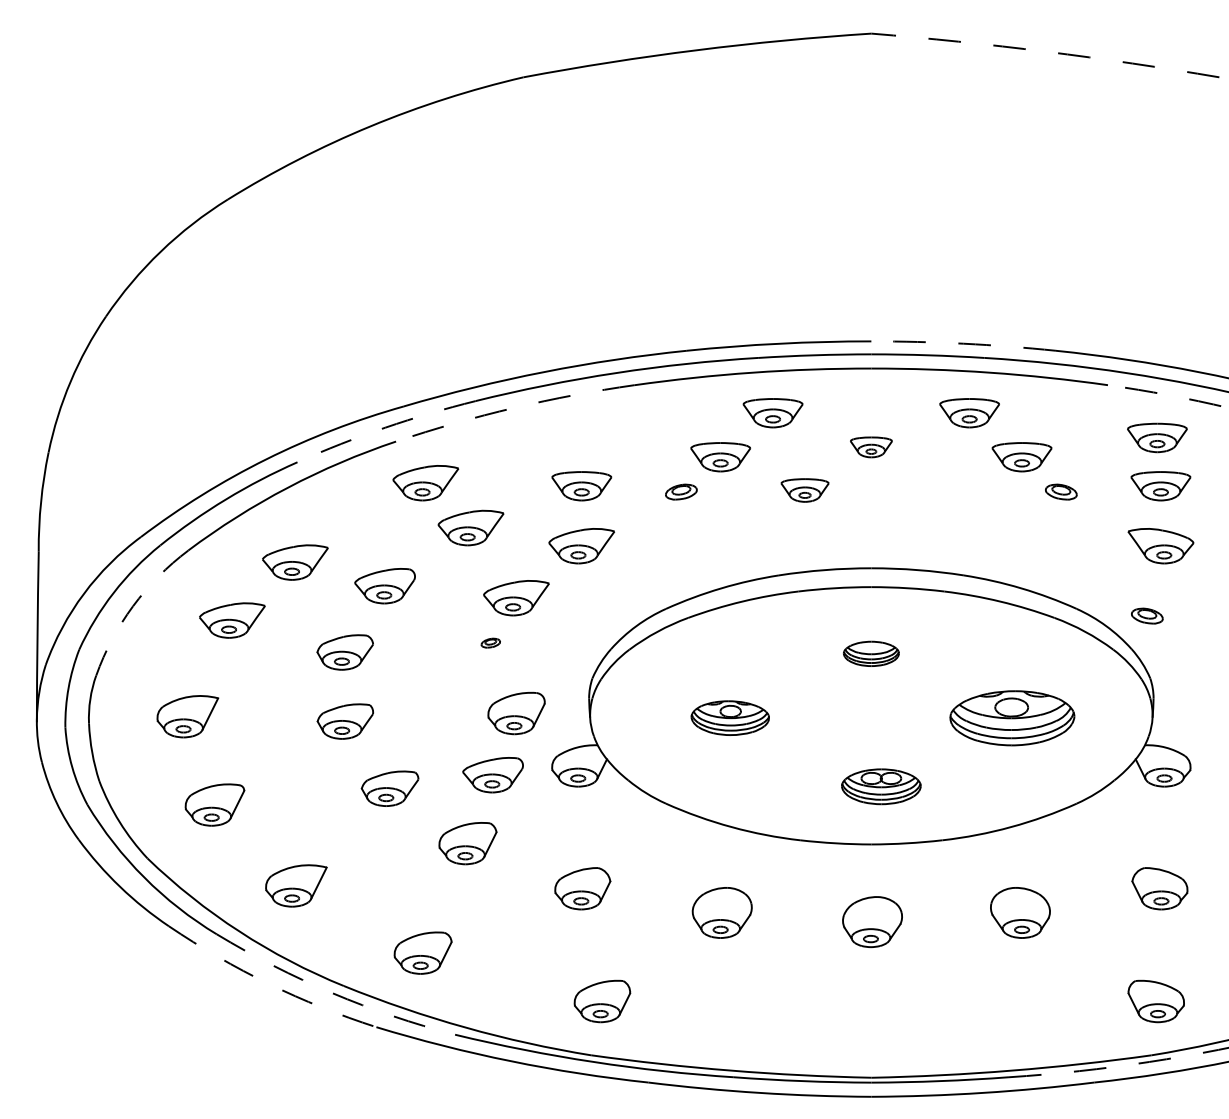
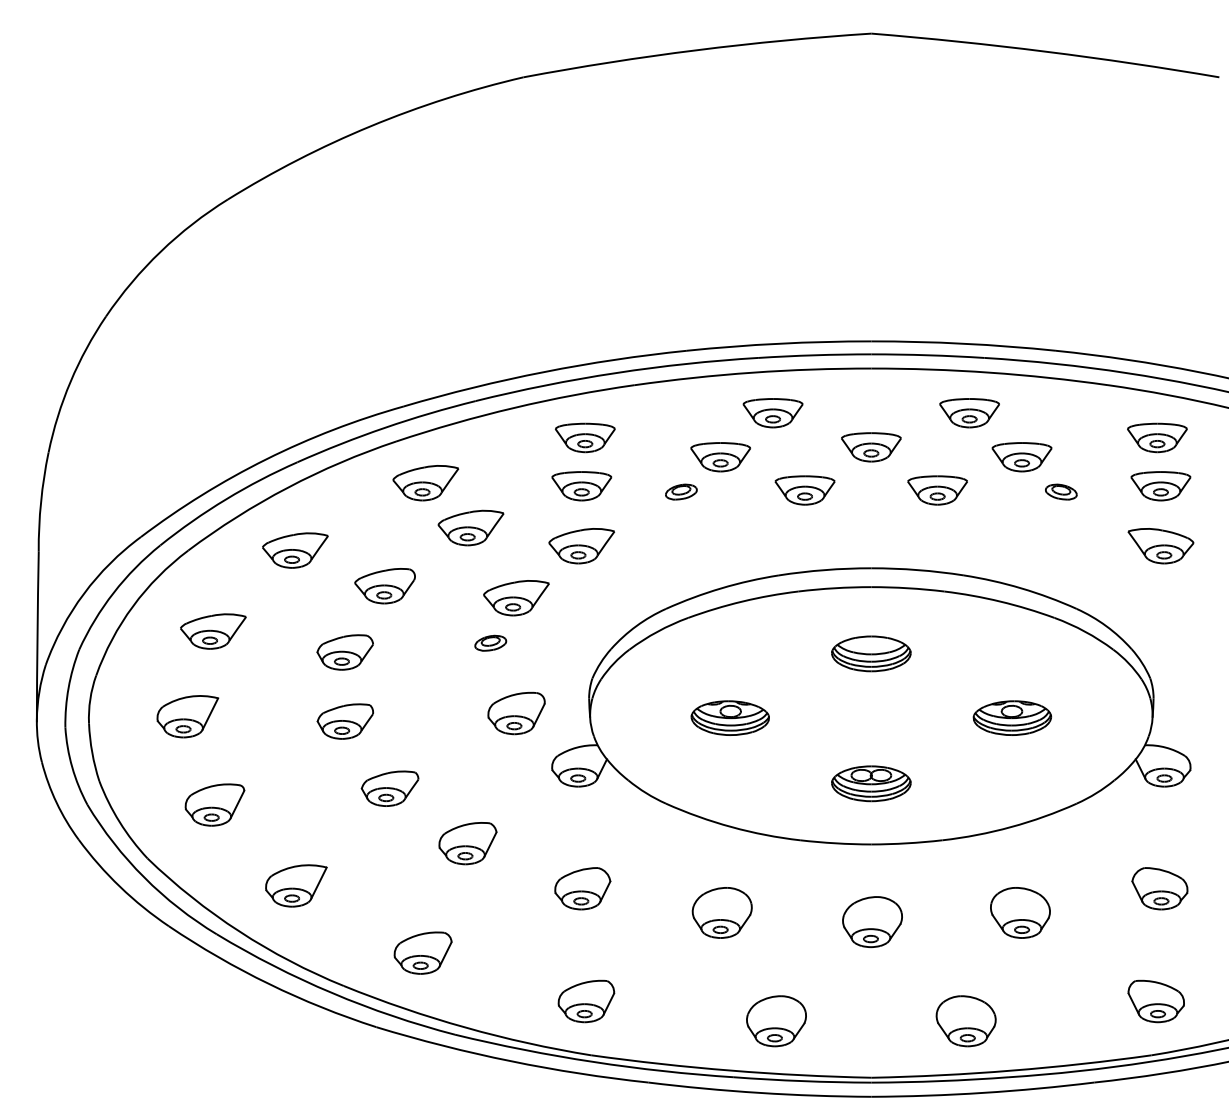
arc at (1045, 51): dashed -> solid
arc at (963, 343): dashed -> solid
arc at (1168, 395): dashed -> solid
arc at (514, 407): dashed -> solid
arc at (385, 427): dashed -> solid
part at (585, 437): none -> present
part at (871, 447) size: 43x23 px -> 61x31 px
part at (804, 490) size: 50x25 px -> 62x31 px
part at (937, 490): none -> present
part at (295, 562) position: (295, 562) -> (295, 550)
arc at (133, 606): dashed -> solid
part at (1147, 615): present -> none
part at (232, 620) position: (232, 620) -> (213, 631)
part at (490, 642) size: 21x12 px -> 34x18 px
part at (871, 653) size: 57x27 px -> 81x38 px
part at (1012, 718) size: 127x57 px -> 81x36 px
part at (492, 775): present -> none
part at (881, 786) position: (881, 786) -> (871, 783)
arc at (269, 984): dashed -> solid
arc at (332, 993): dashed -> solid
part at (602, 1001) position: (602, 1001) -> (586, 1001)
part at (776, 1021): none -> present
part at (965, 1021): none -> present
arc at (1119, 1066): dashed -> solid
